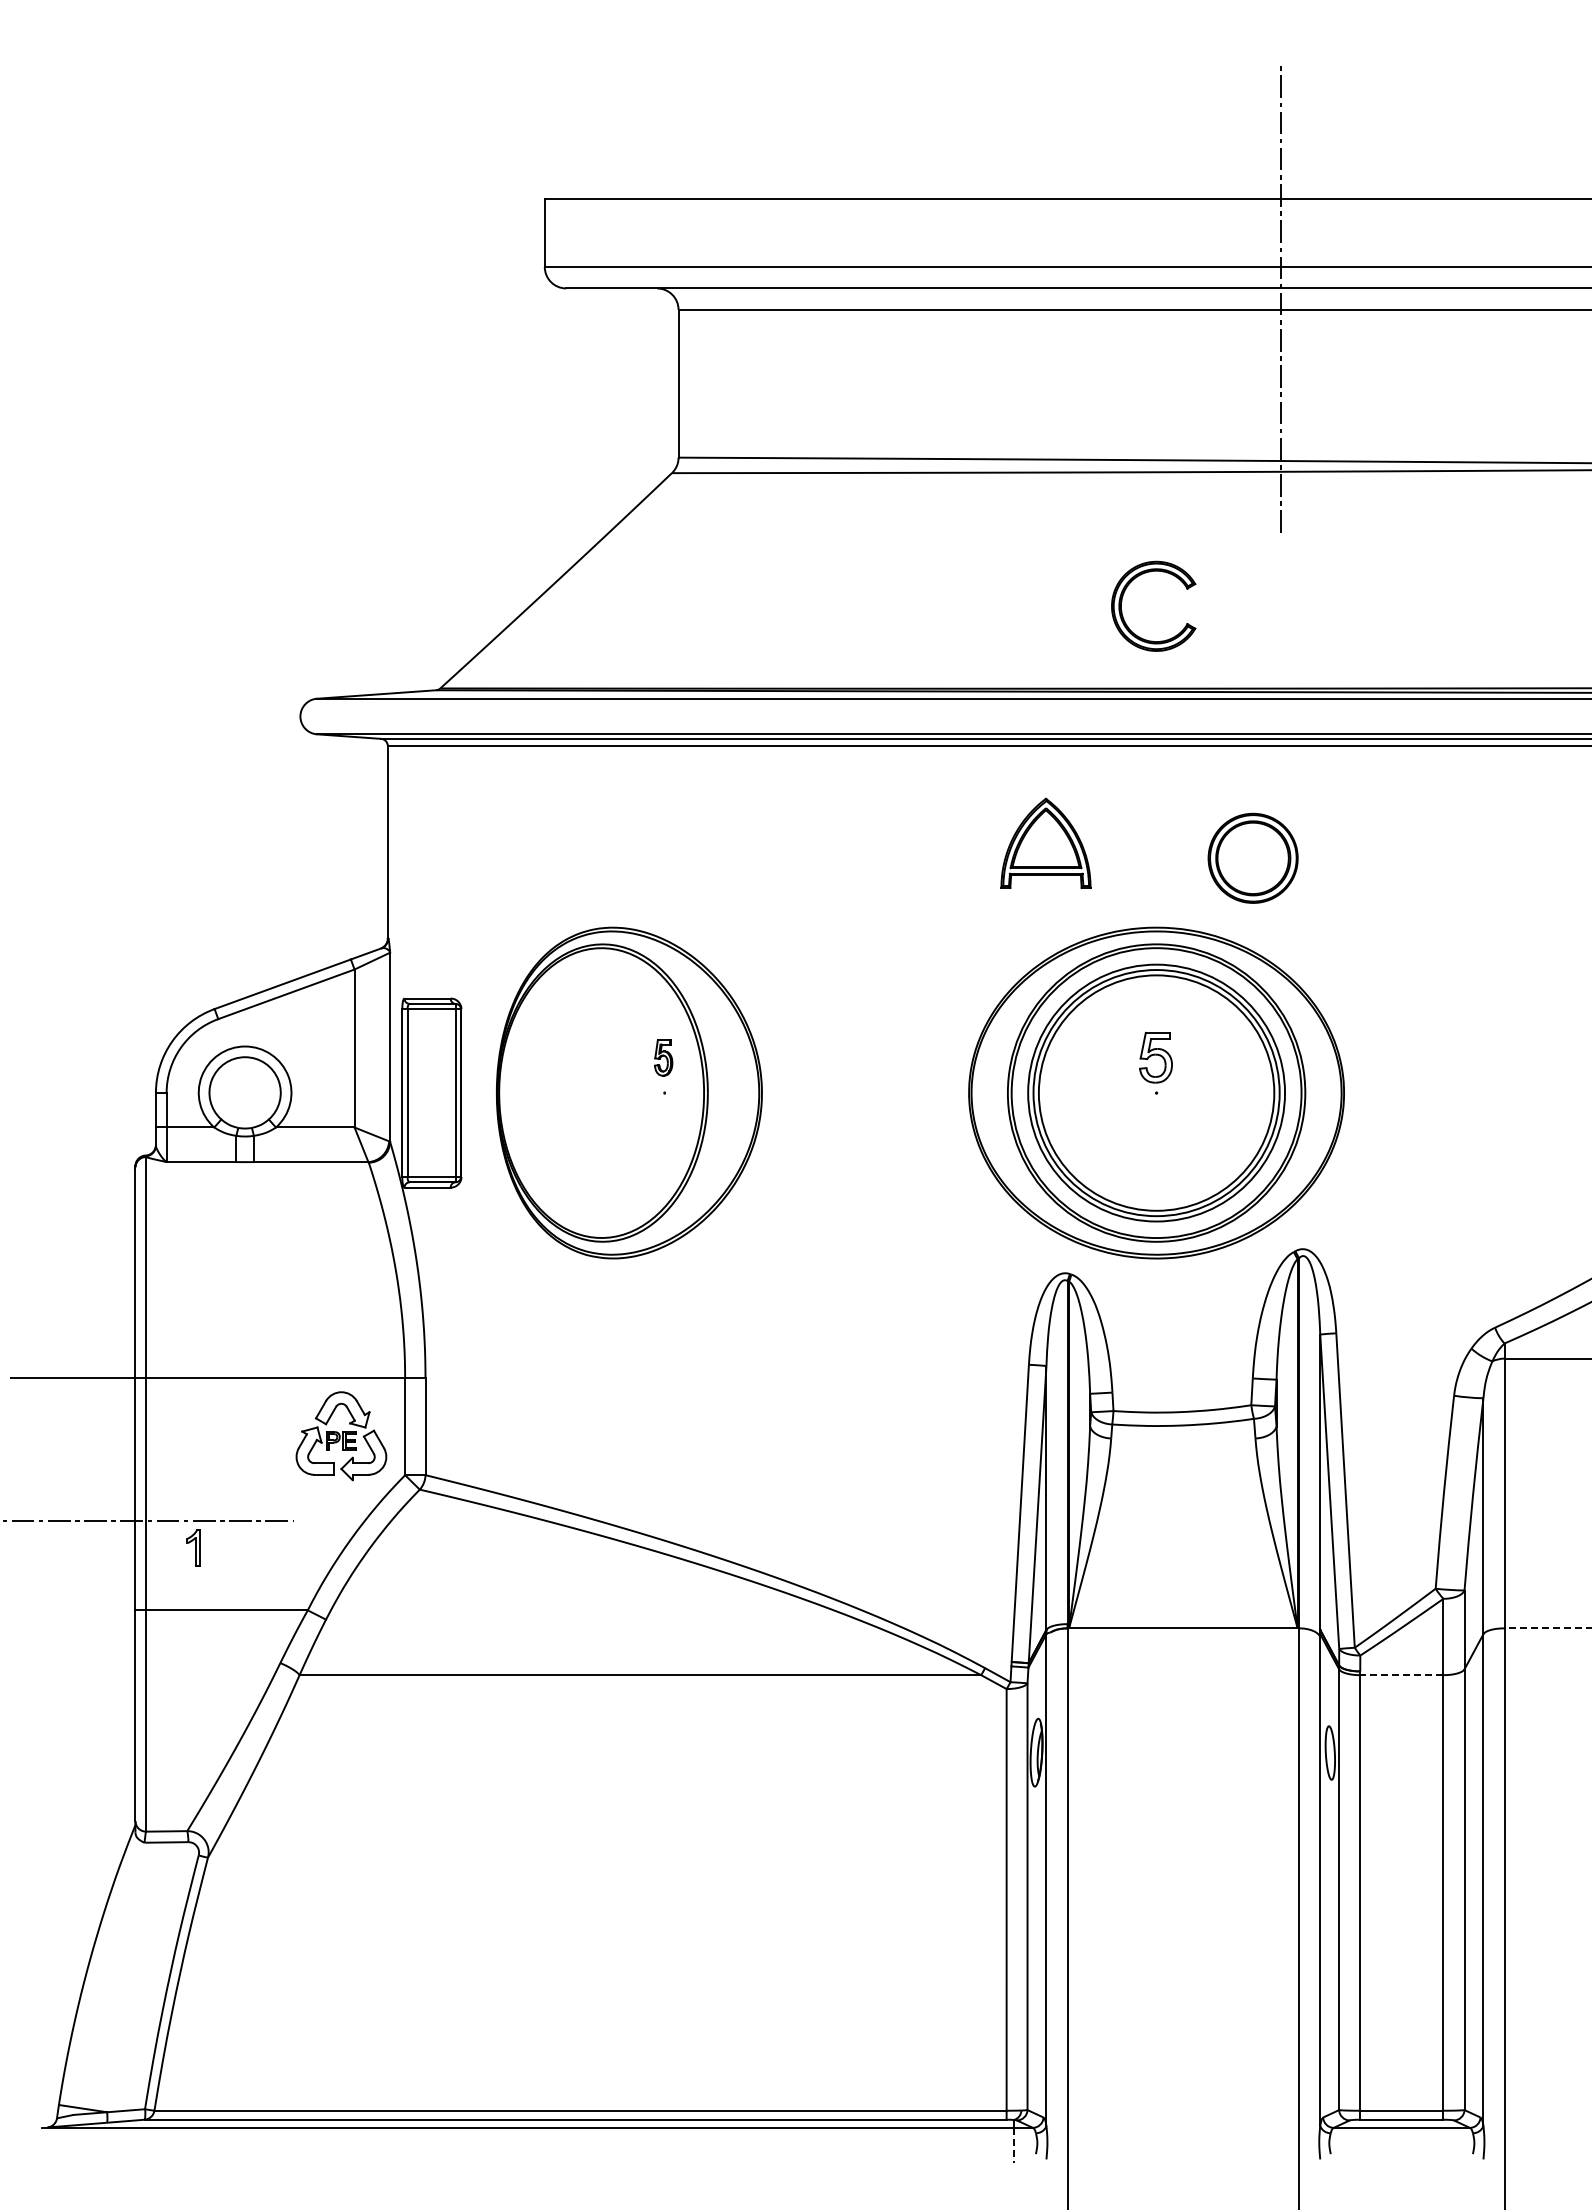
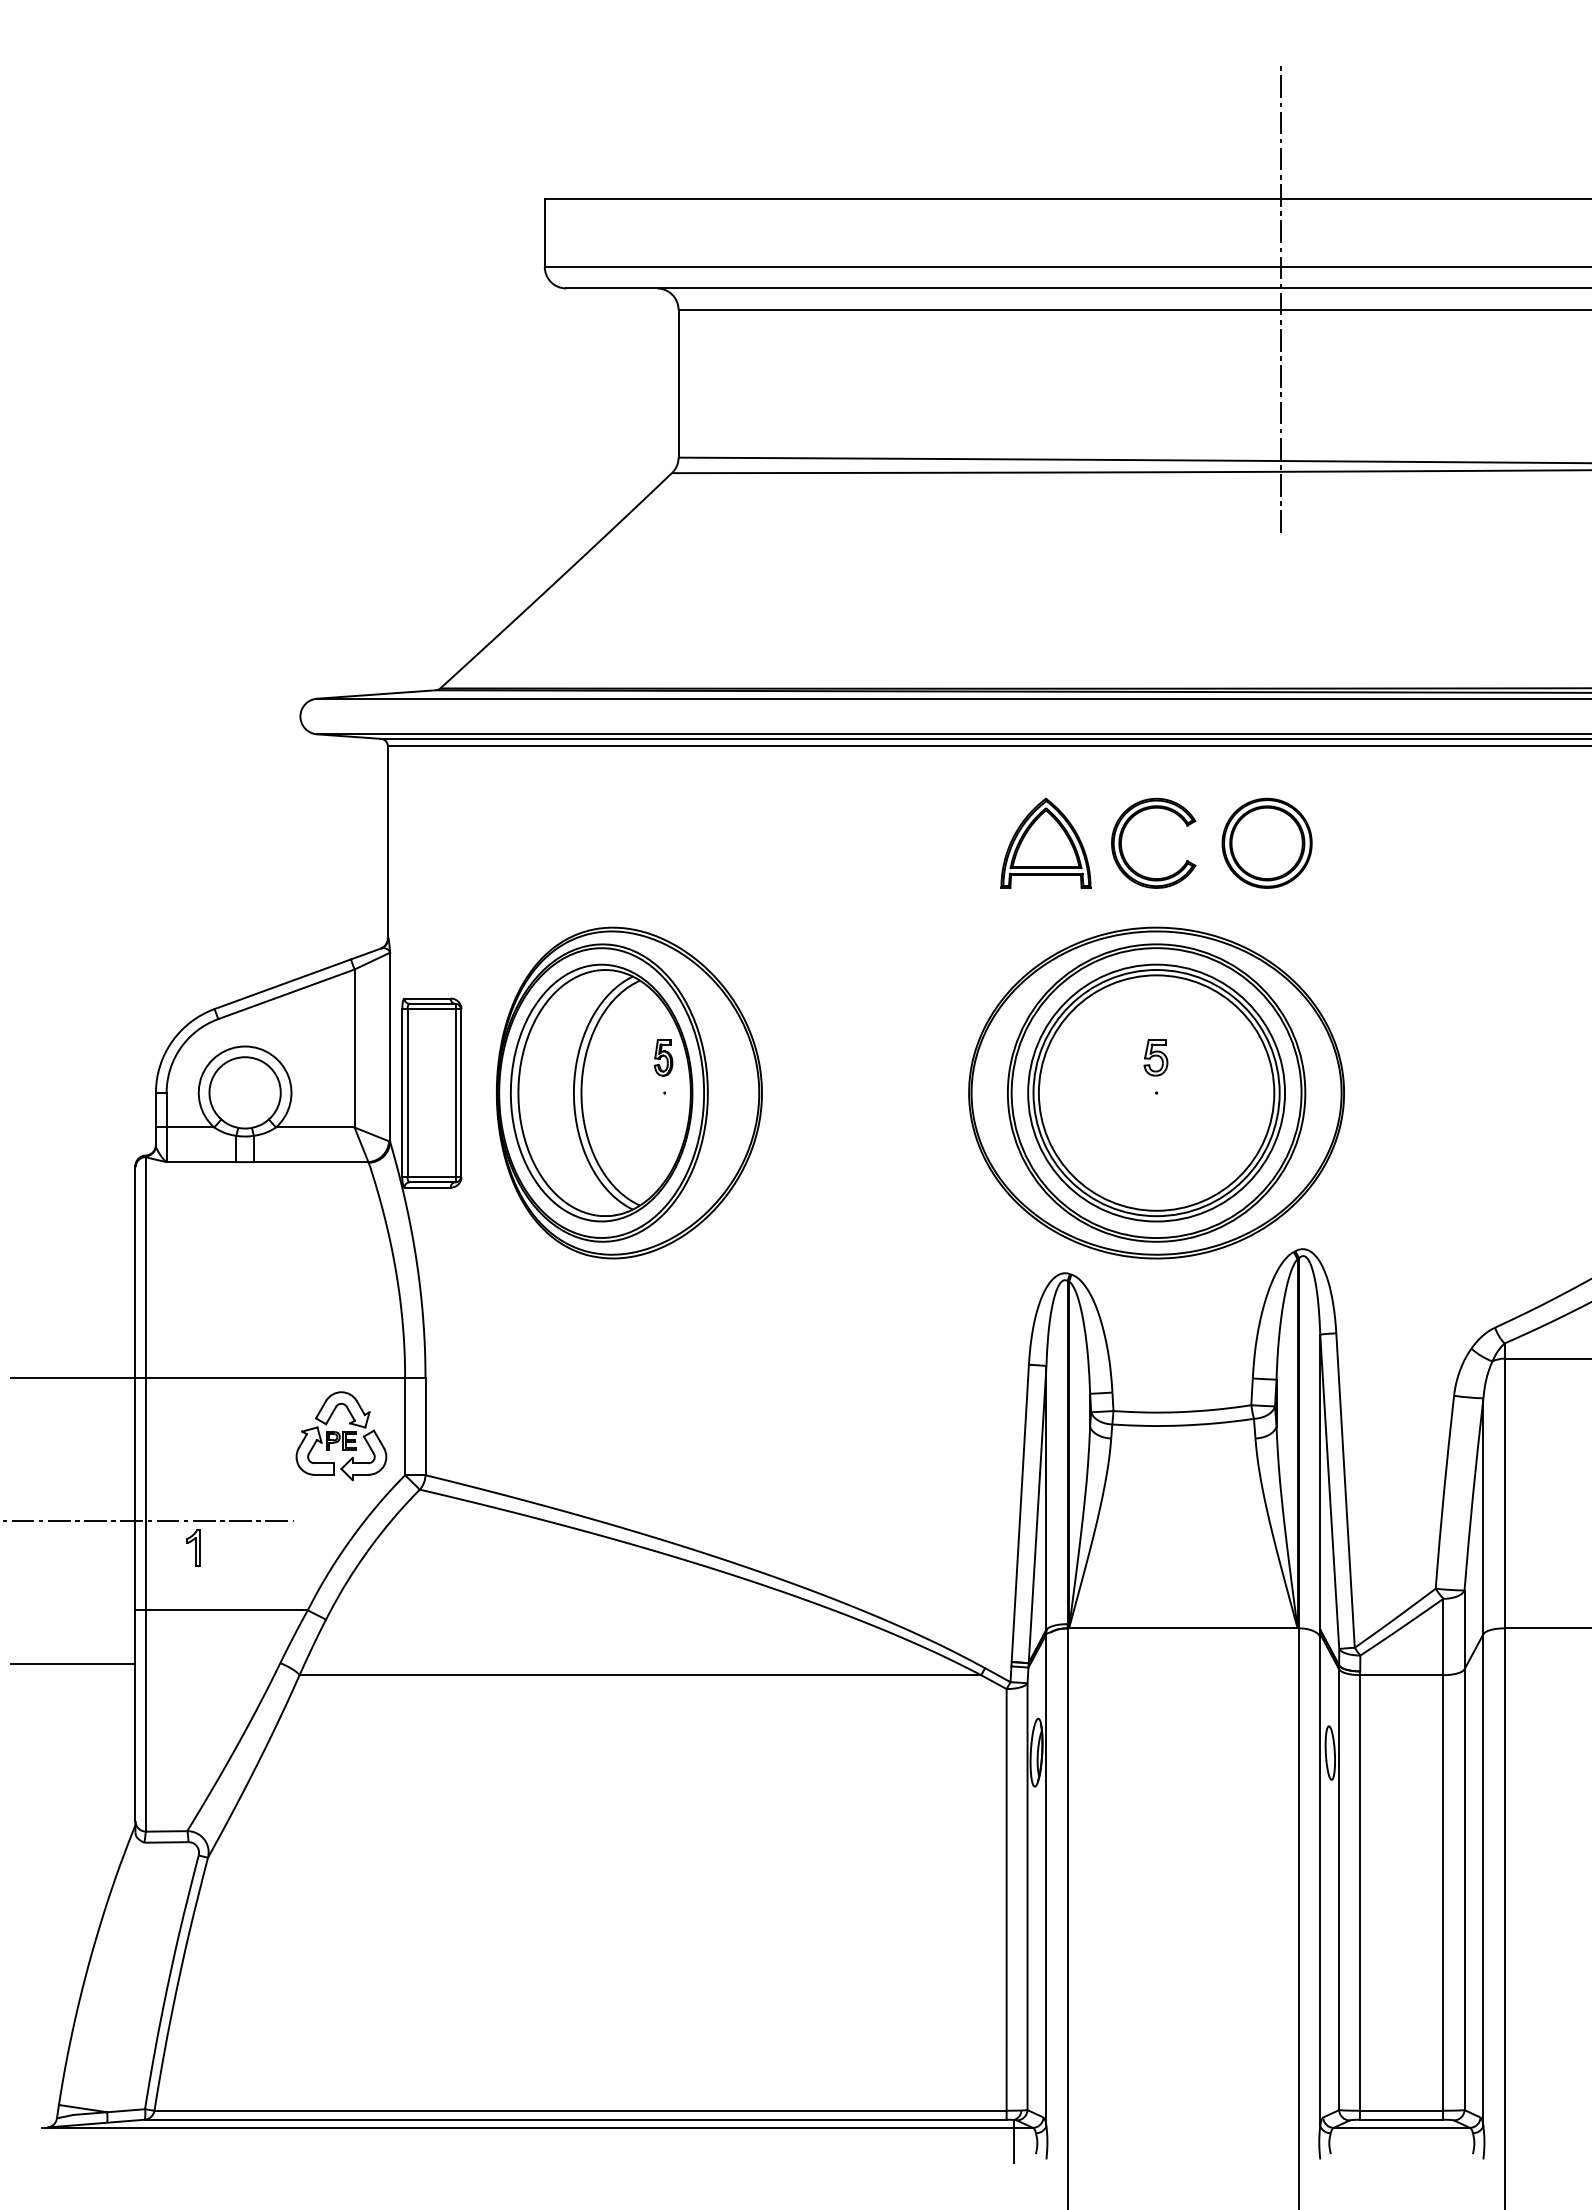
part at (1122, 601) position: (1122, 601) -> (1122, 838)
part at (1252, 857) position: (1252, 857) -> (1266, 842)
part at (1155, 1057) size: 34x53 px -> 26x38 px
part at (601, 1092): none -> present
line at (1547, 1628): dashed -> solid
line at (72, 1663): none -> present
line at (1401, 1675): dashed -> solid
line at (1013, 2145): dashed -> solid
